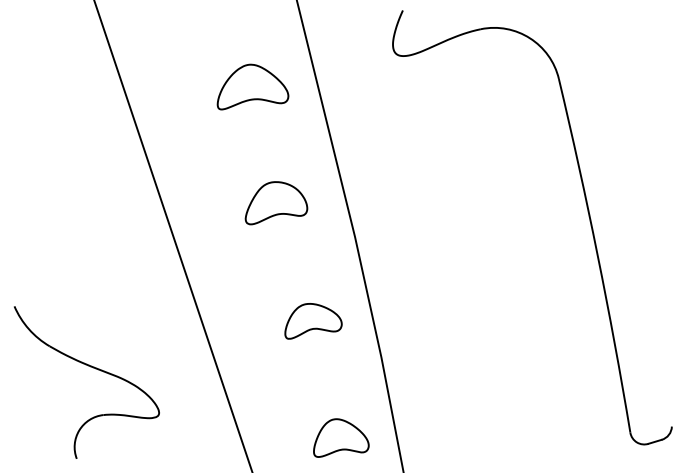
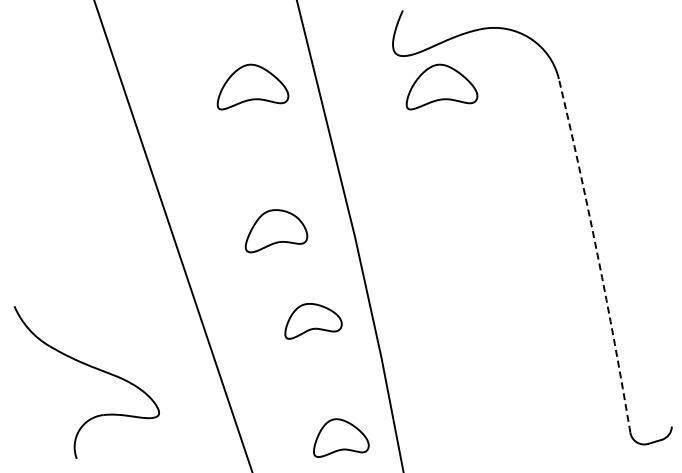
part at (441, 86): none -> present
part at (276, 203) position: (276, 203) -> (276, 231)
arc at (597, 255): solid -> dashed
